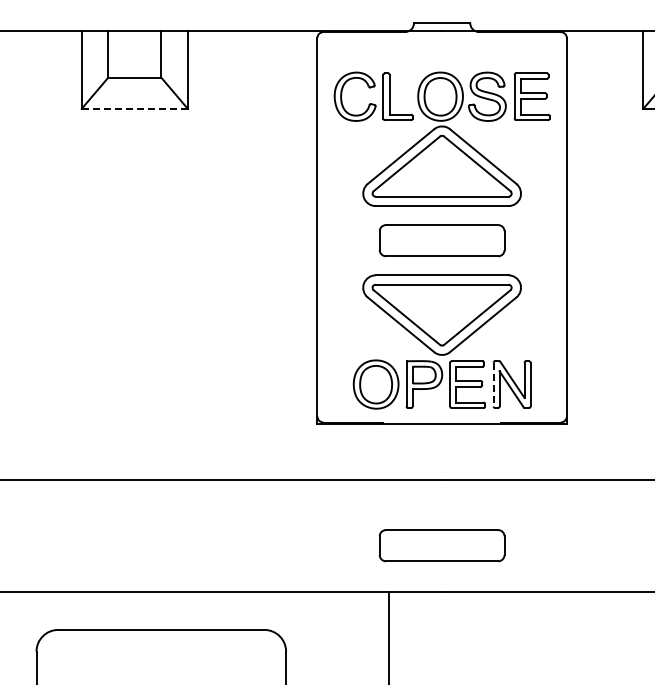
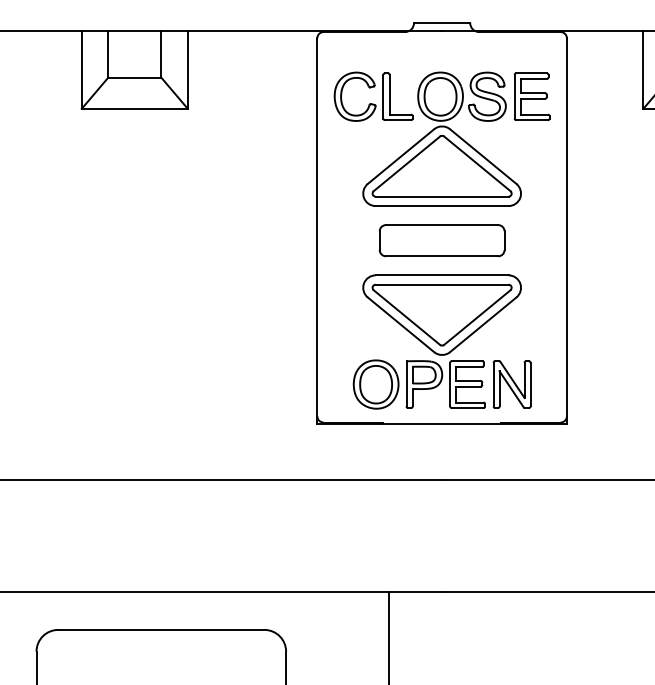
line at (135, 108): dashed -> solid
line at (493, 384): dashed -> solid
part at (441, 545): present -> none
